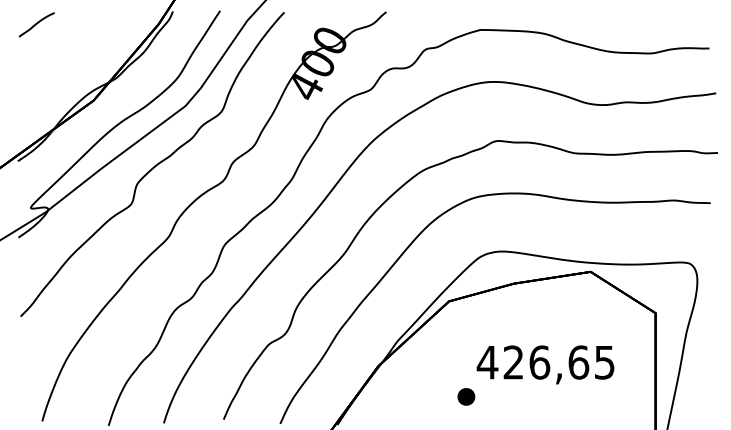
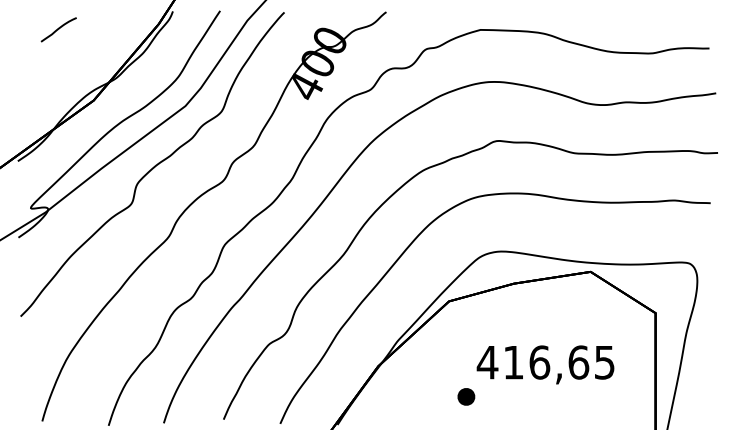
part at (36, 24) position: (36, 24) -> (58, 29)
text at (512, 362): 426,65 -> 416,65
